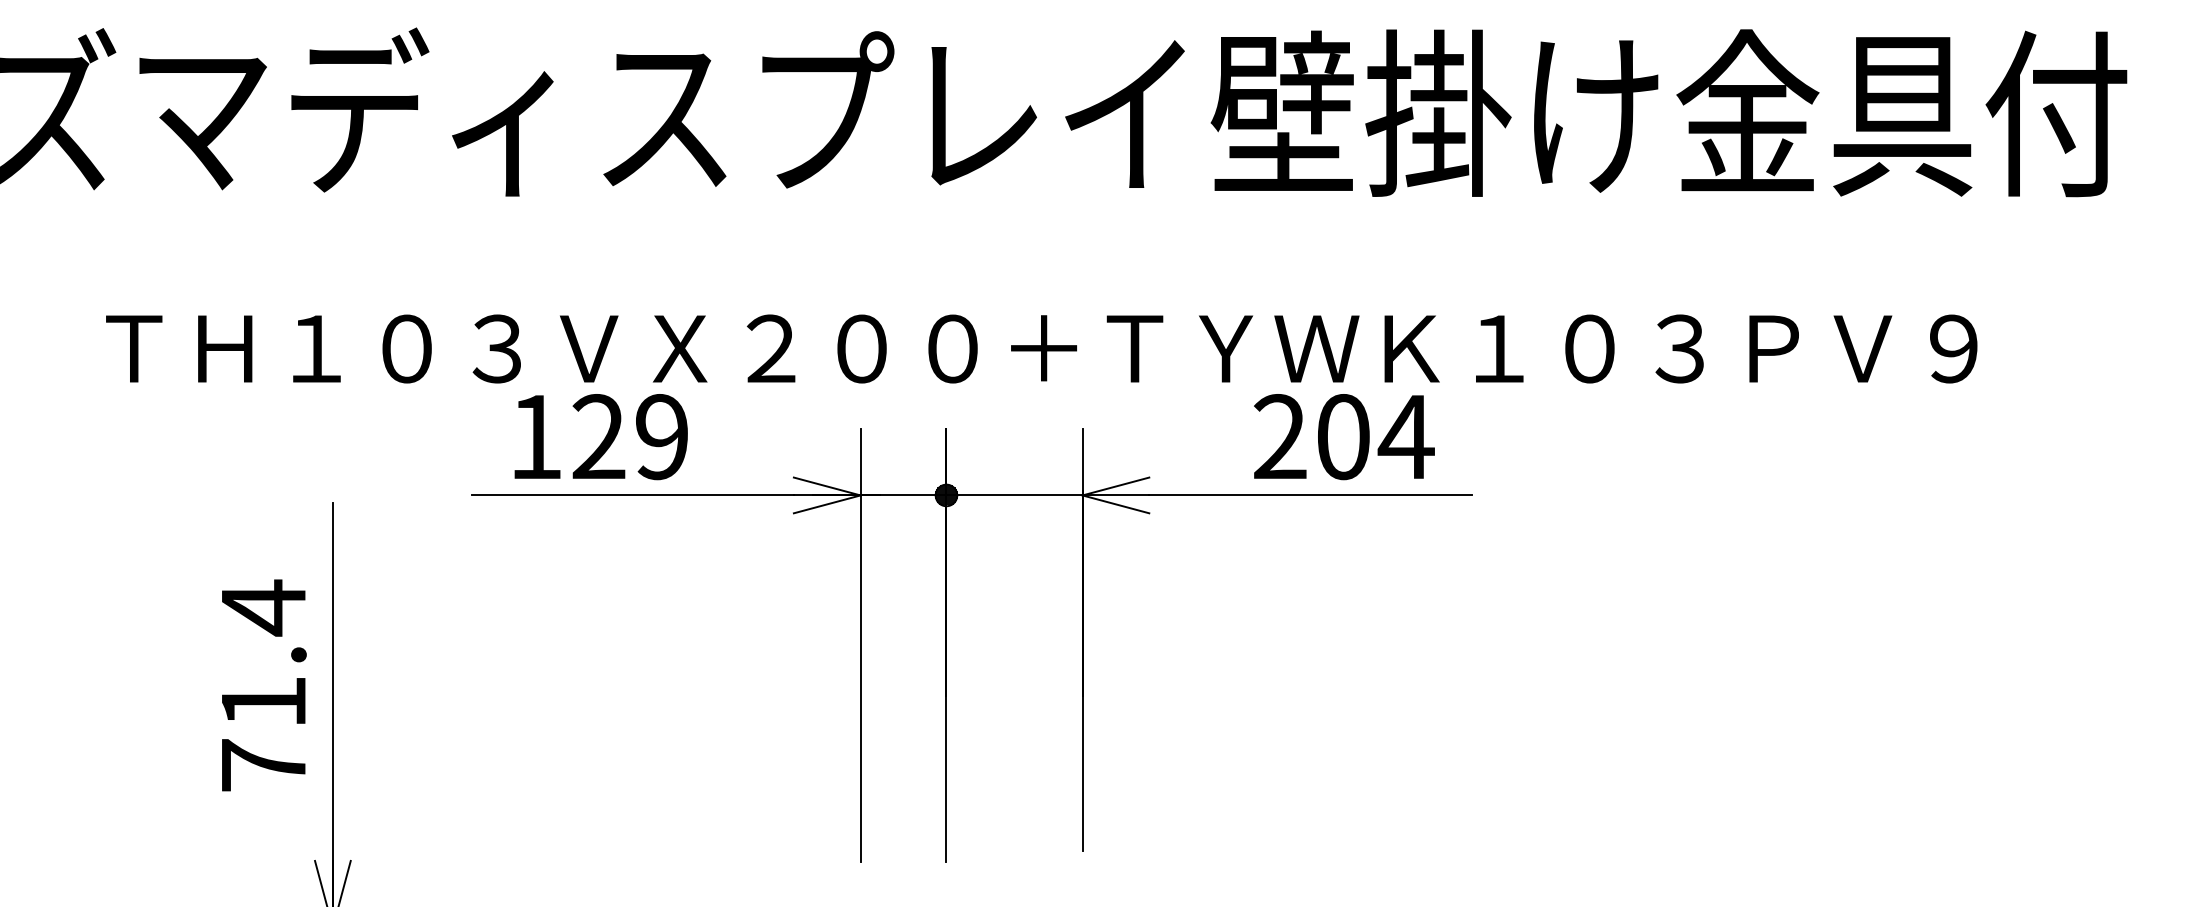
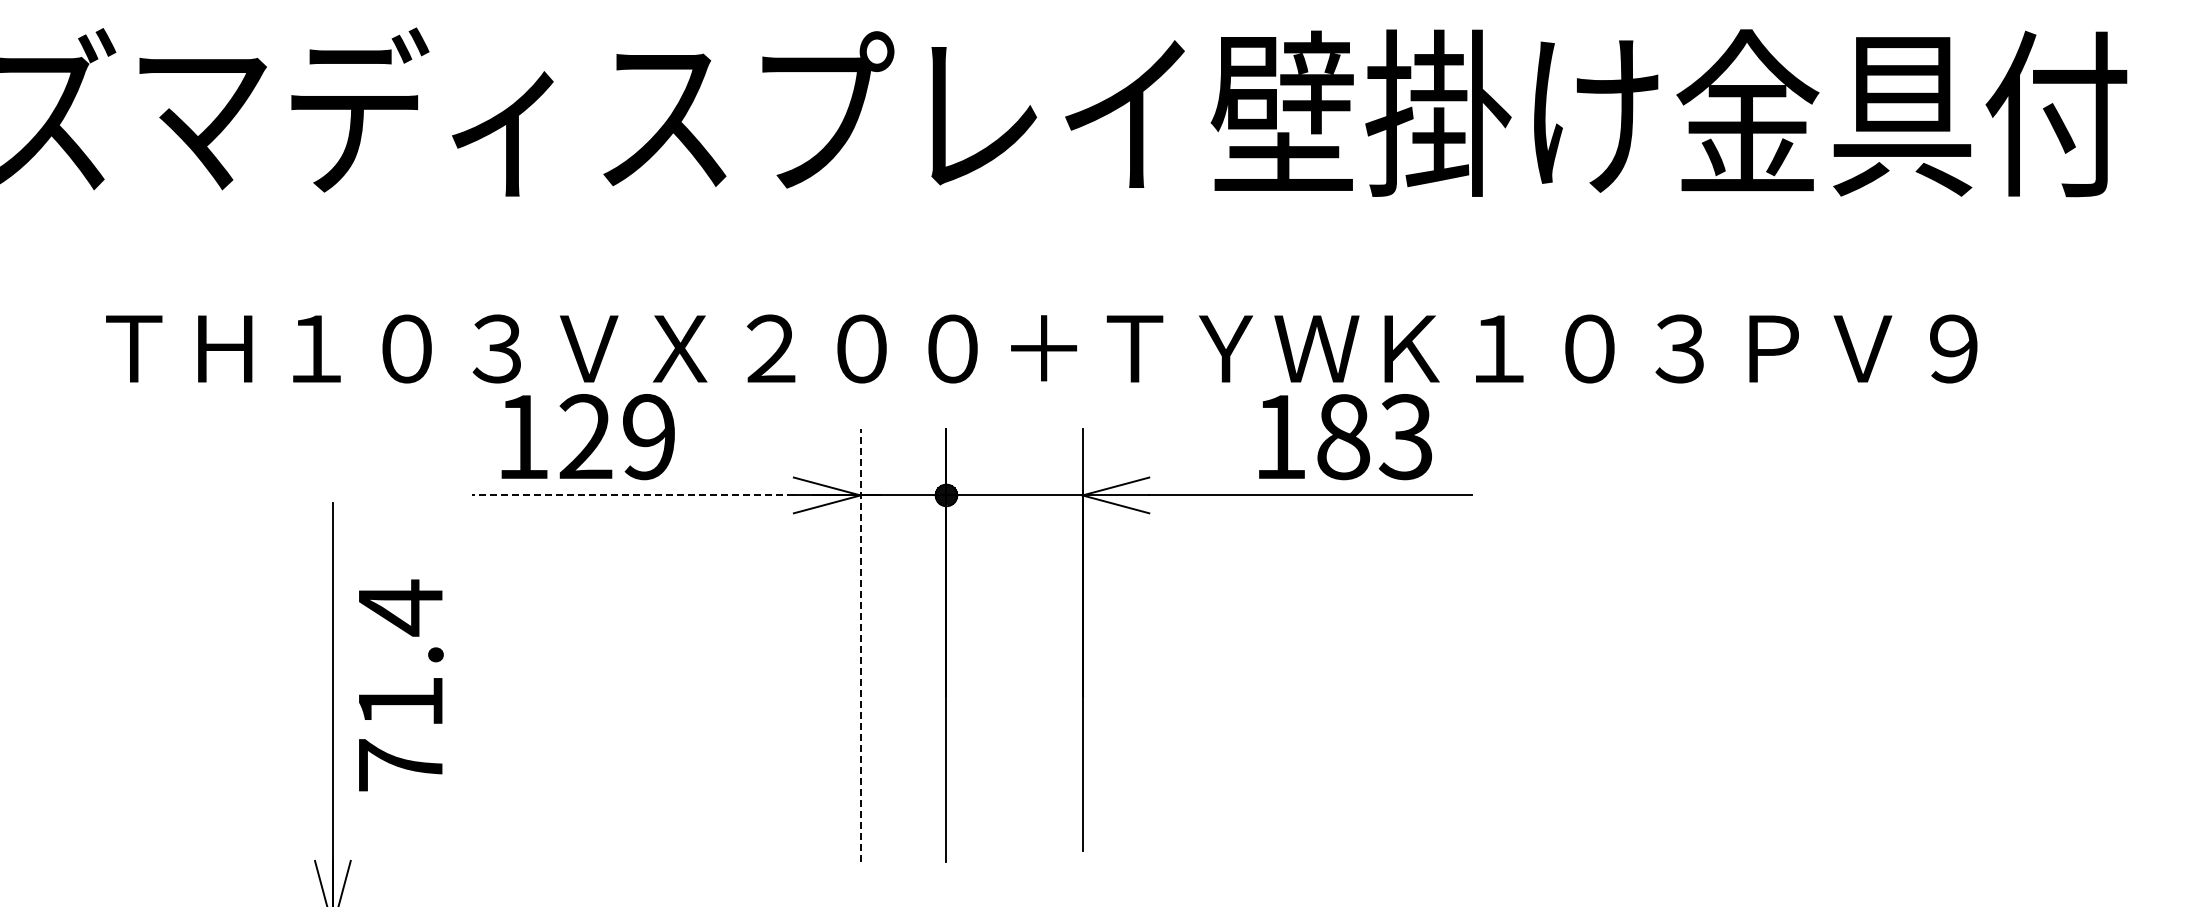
text at (600, 437) position: (600, 437) -> (587, 437)
text at (1344, 437): 204 -> 183
line at (632, 495): solid -> dashed
line at (860, 645): solid -> dashed
text at (264, 685) position: (264, 685) -> (401, 685)
